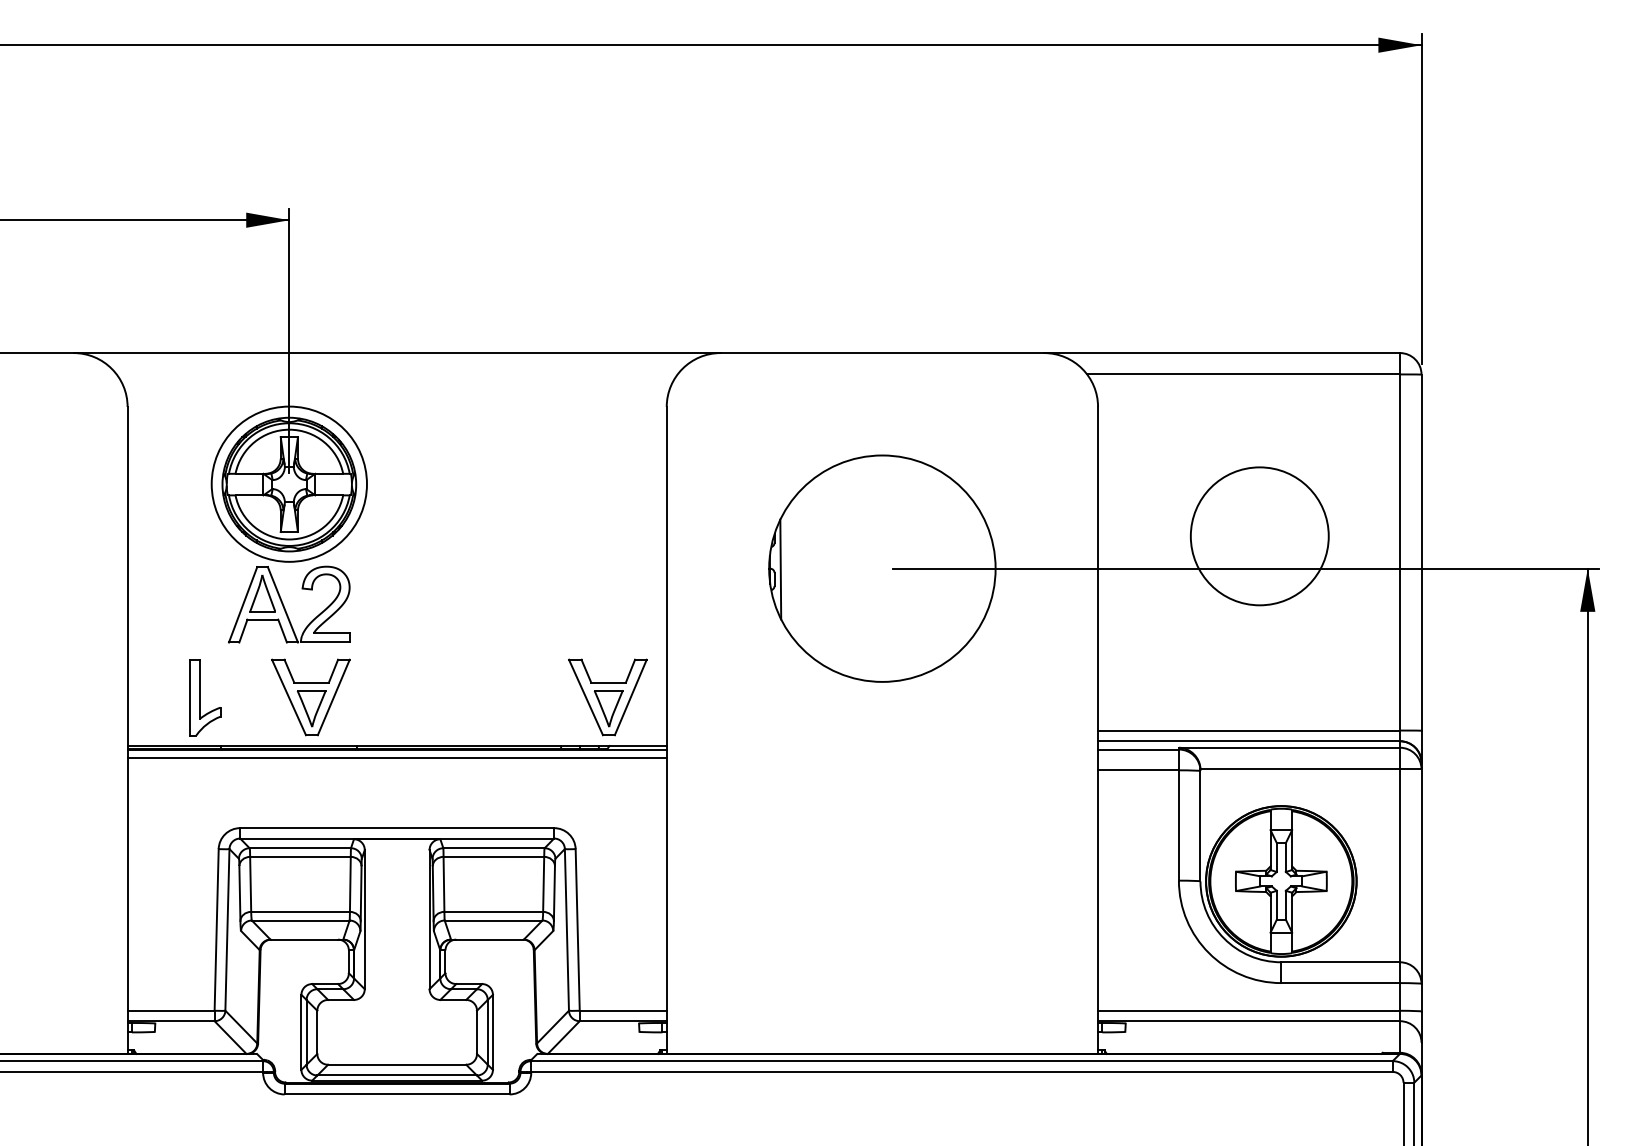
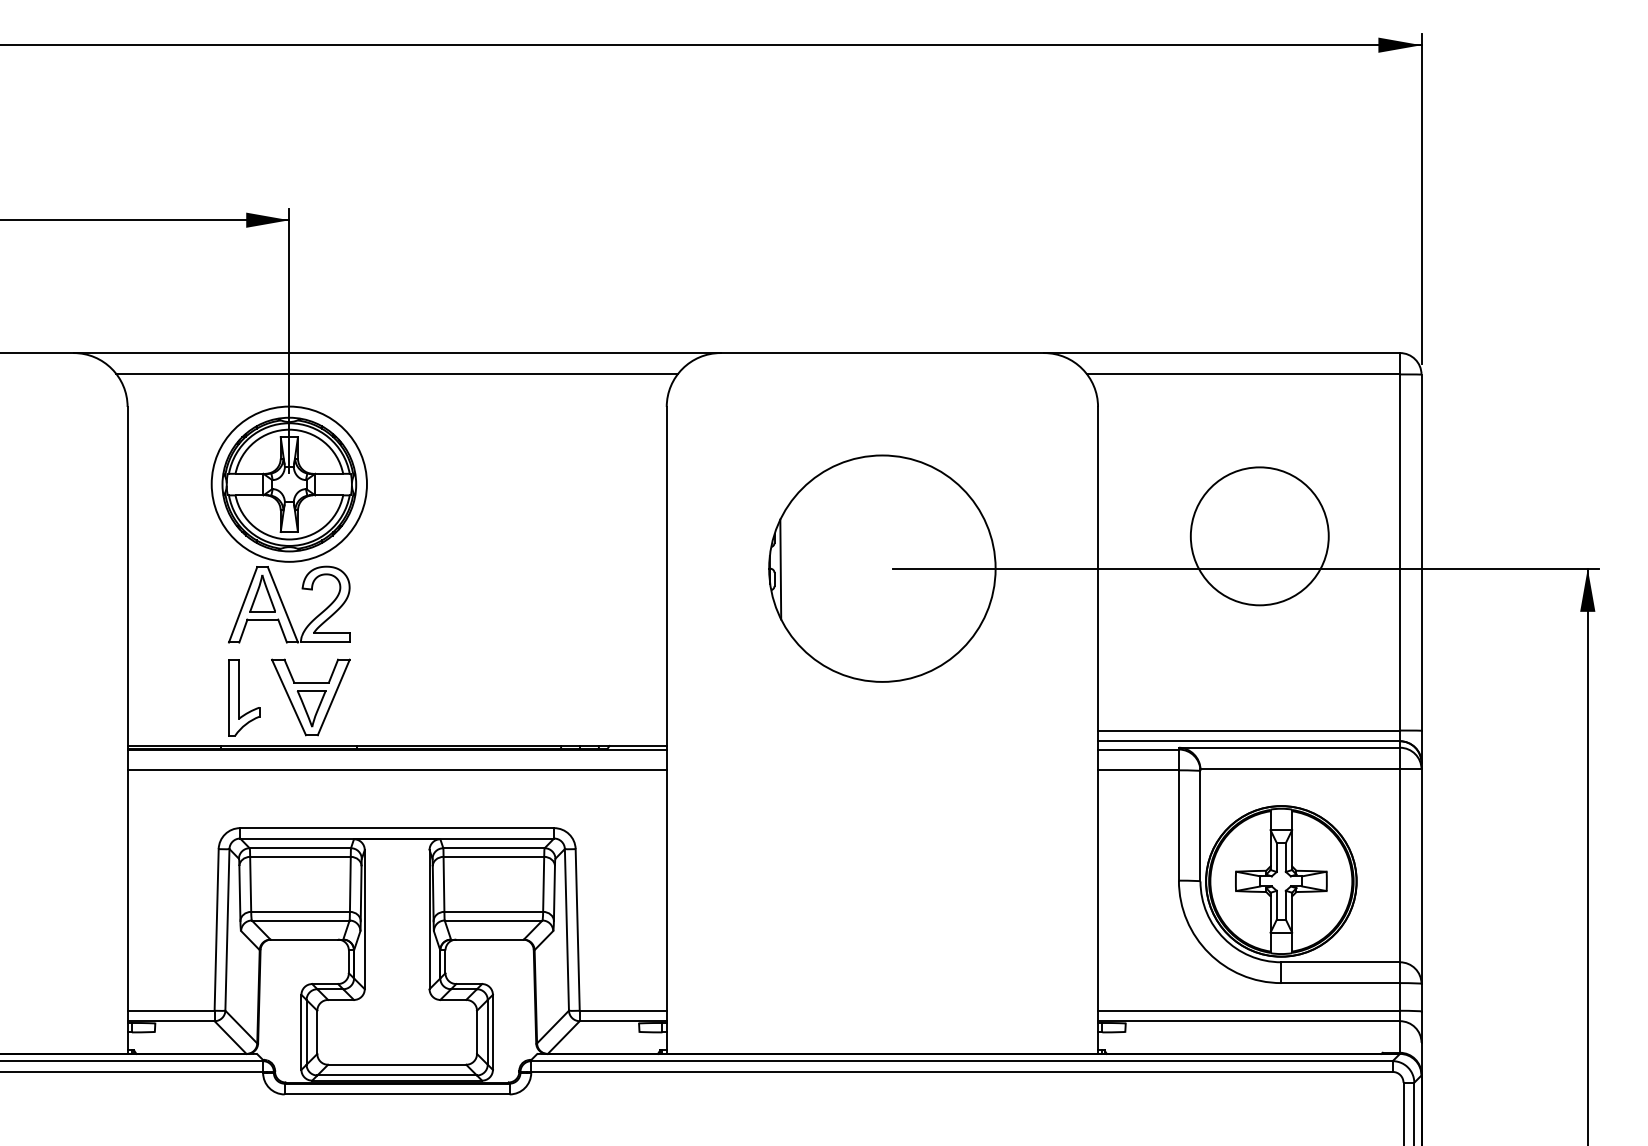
line at (397, 373): none -> present
part at (205, 697) position: (205, 697) -> (244, 697)
part at (607, 697): present -> none
line at (396, 758) position: (396, 758) -> (396, 770)
